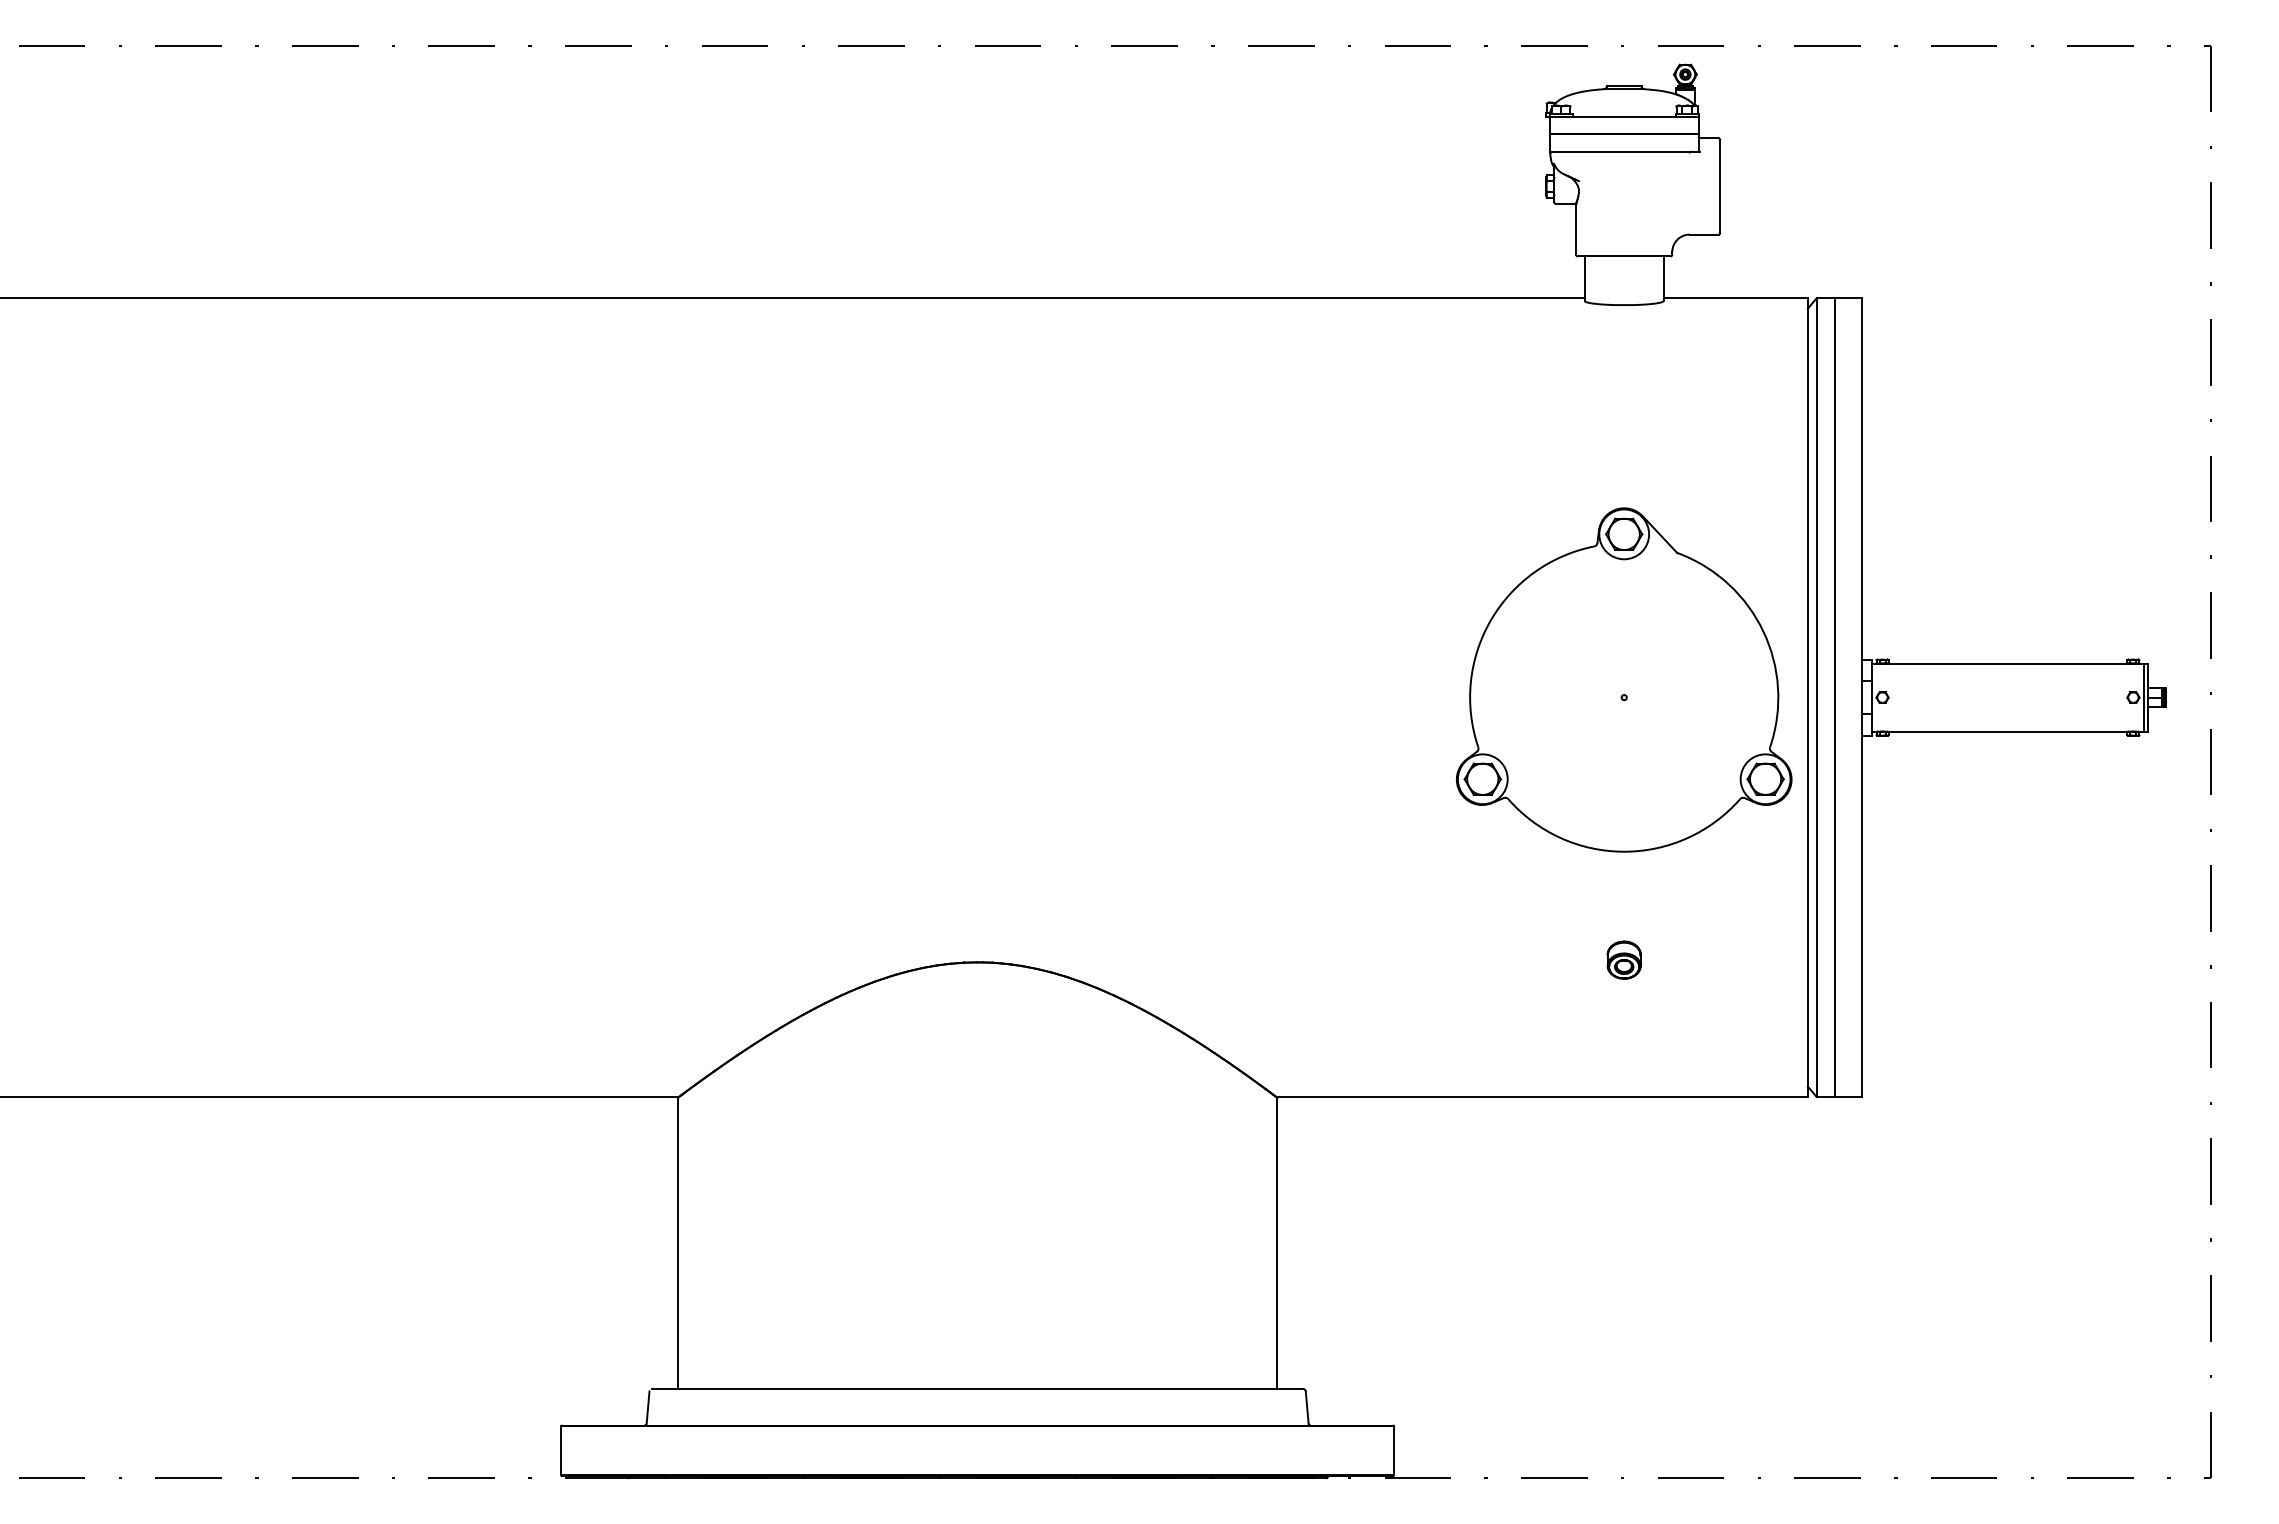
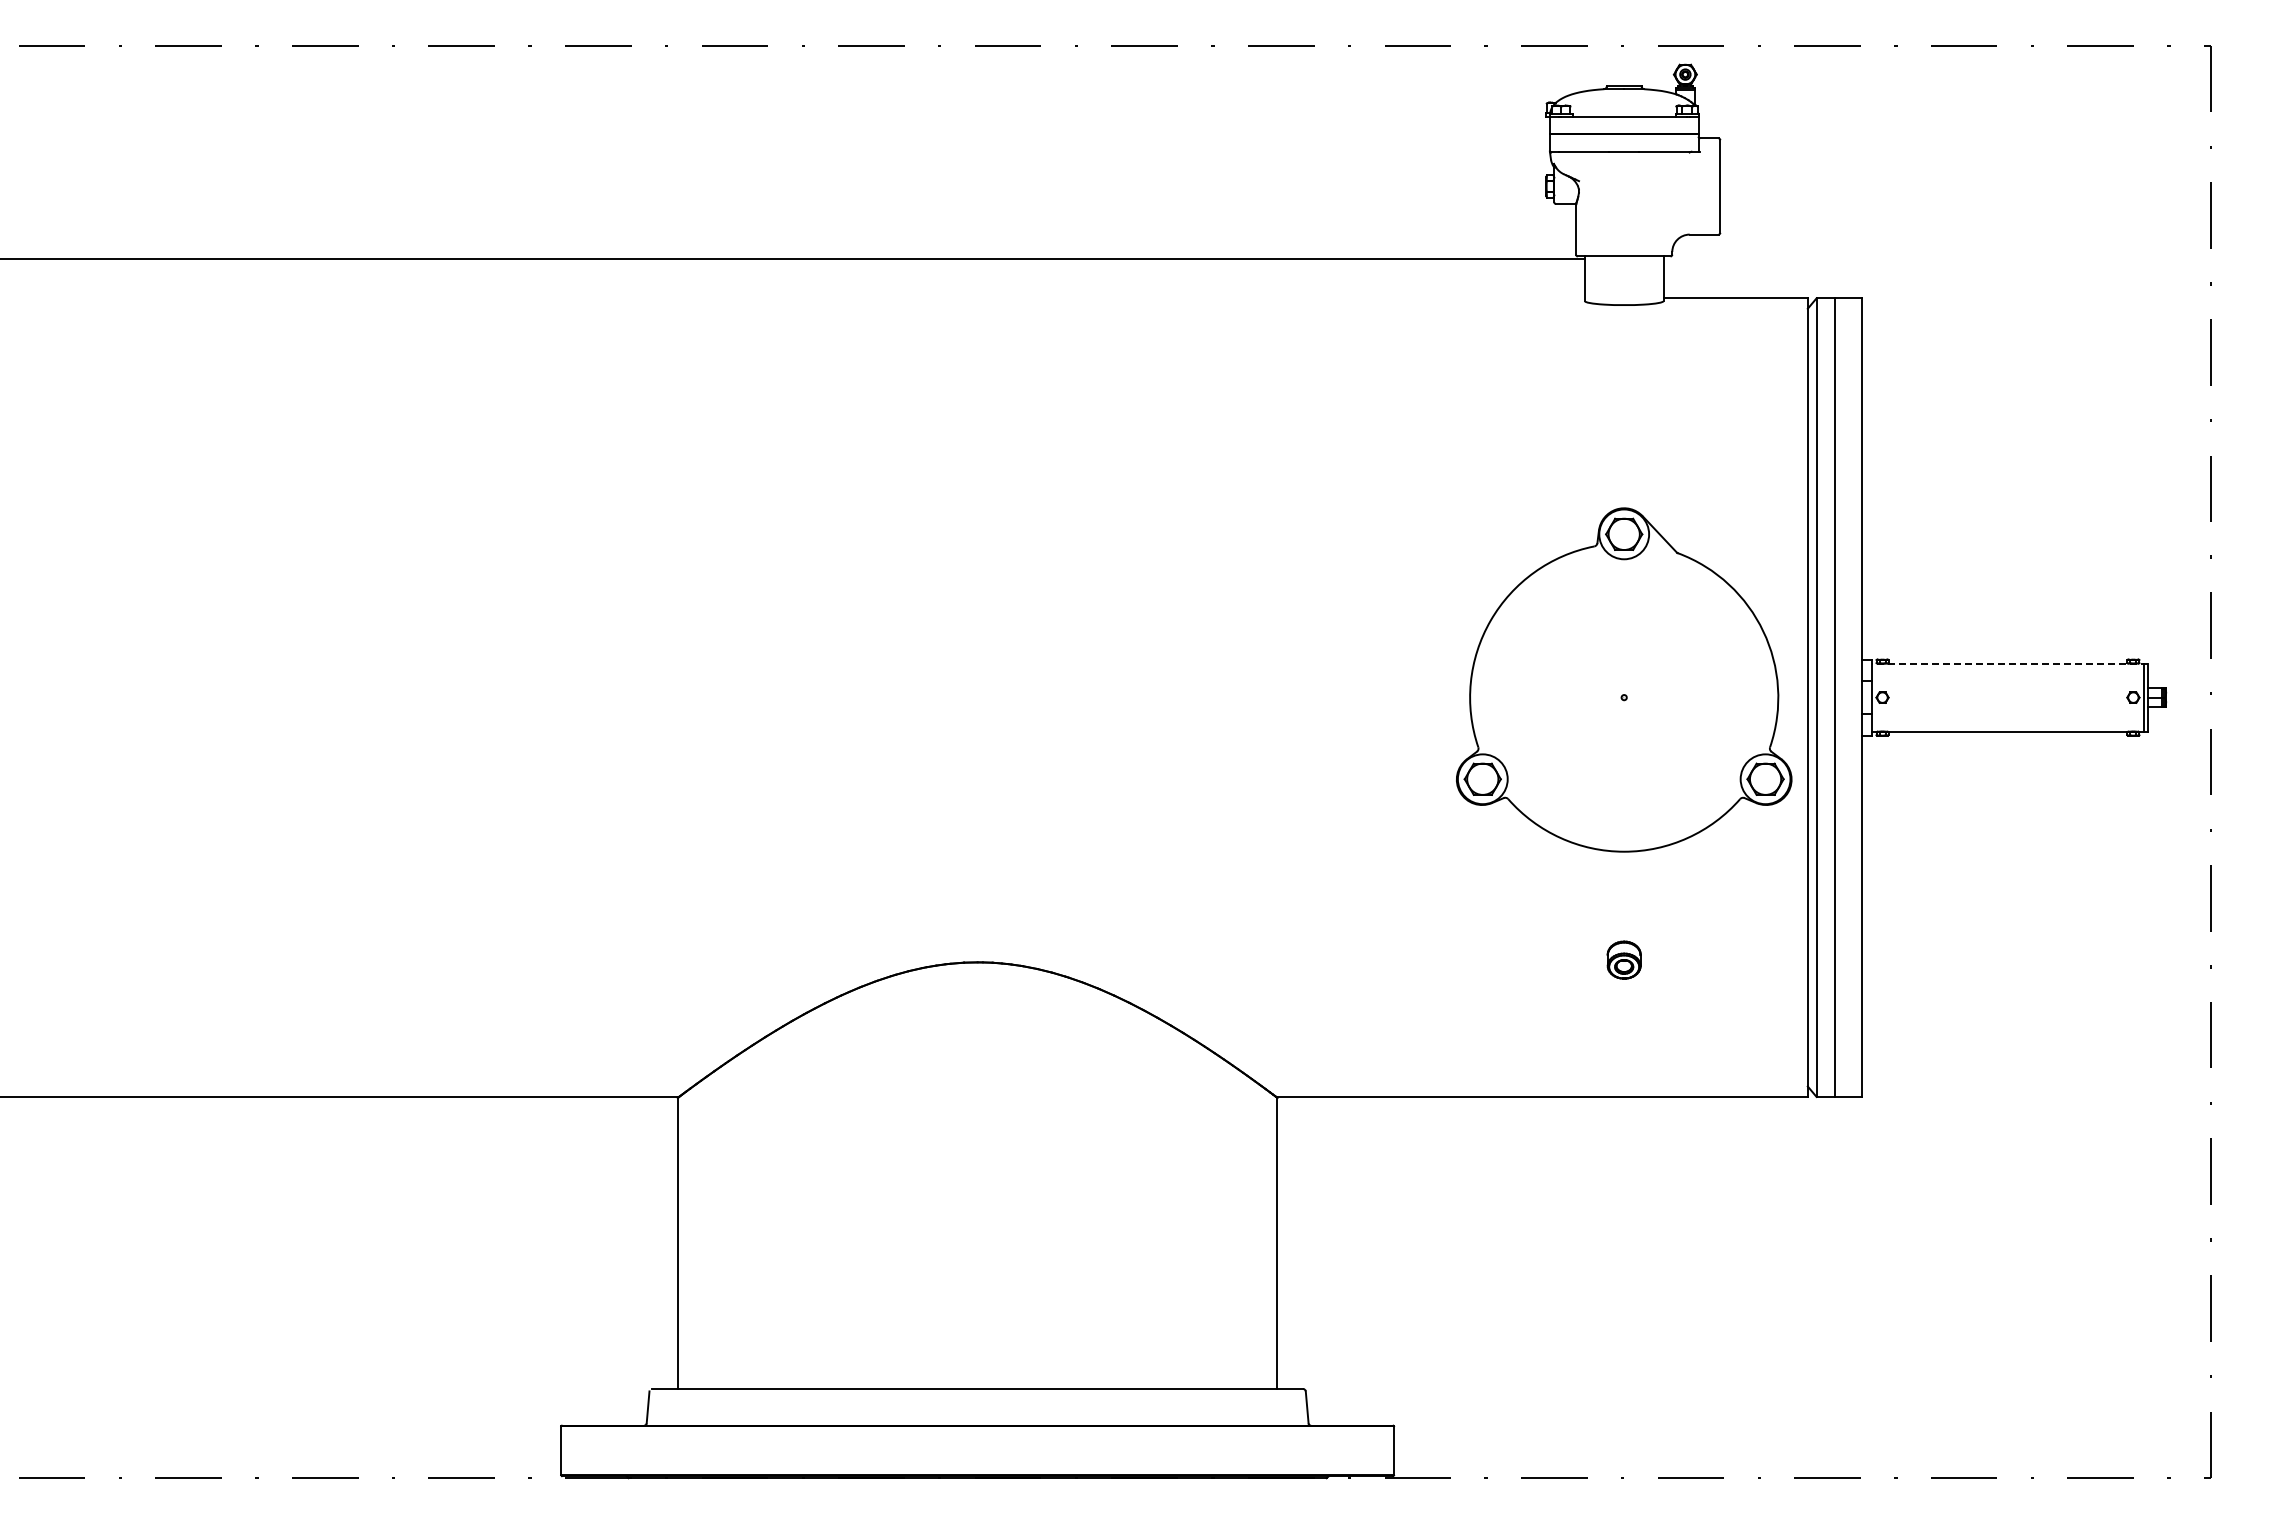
line at (793, 298) position: (793, 298) -> (793, 259)
line at (2009, 663): solid -> dashed
